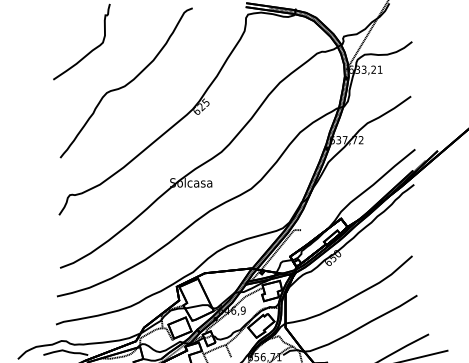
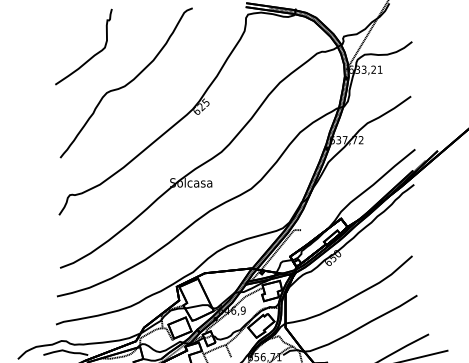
curve at (89, 51) position: (89, 51) -> (91, 56)
